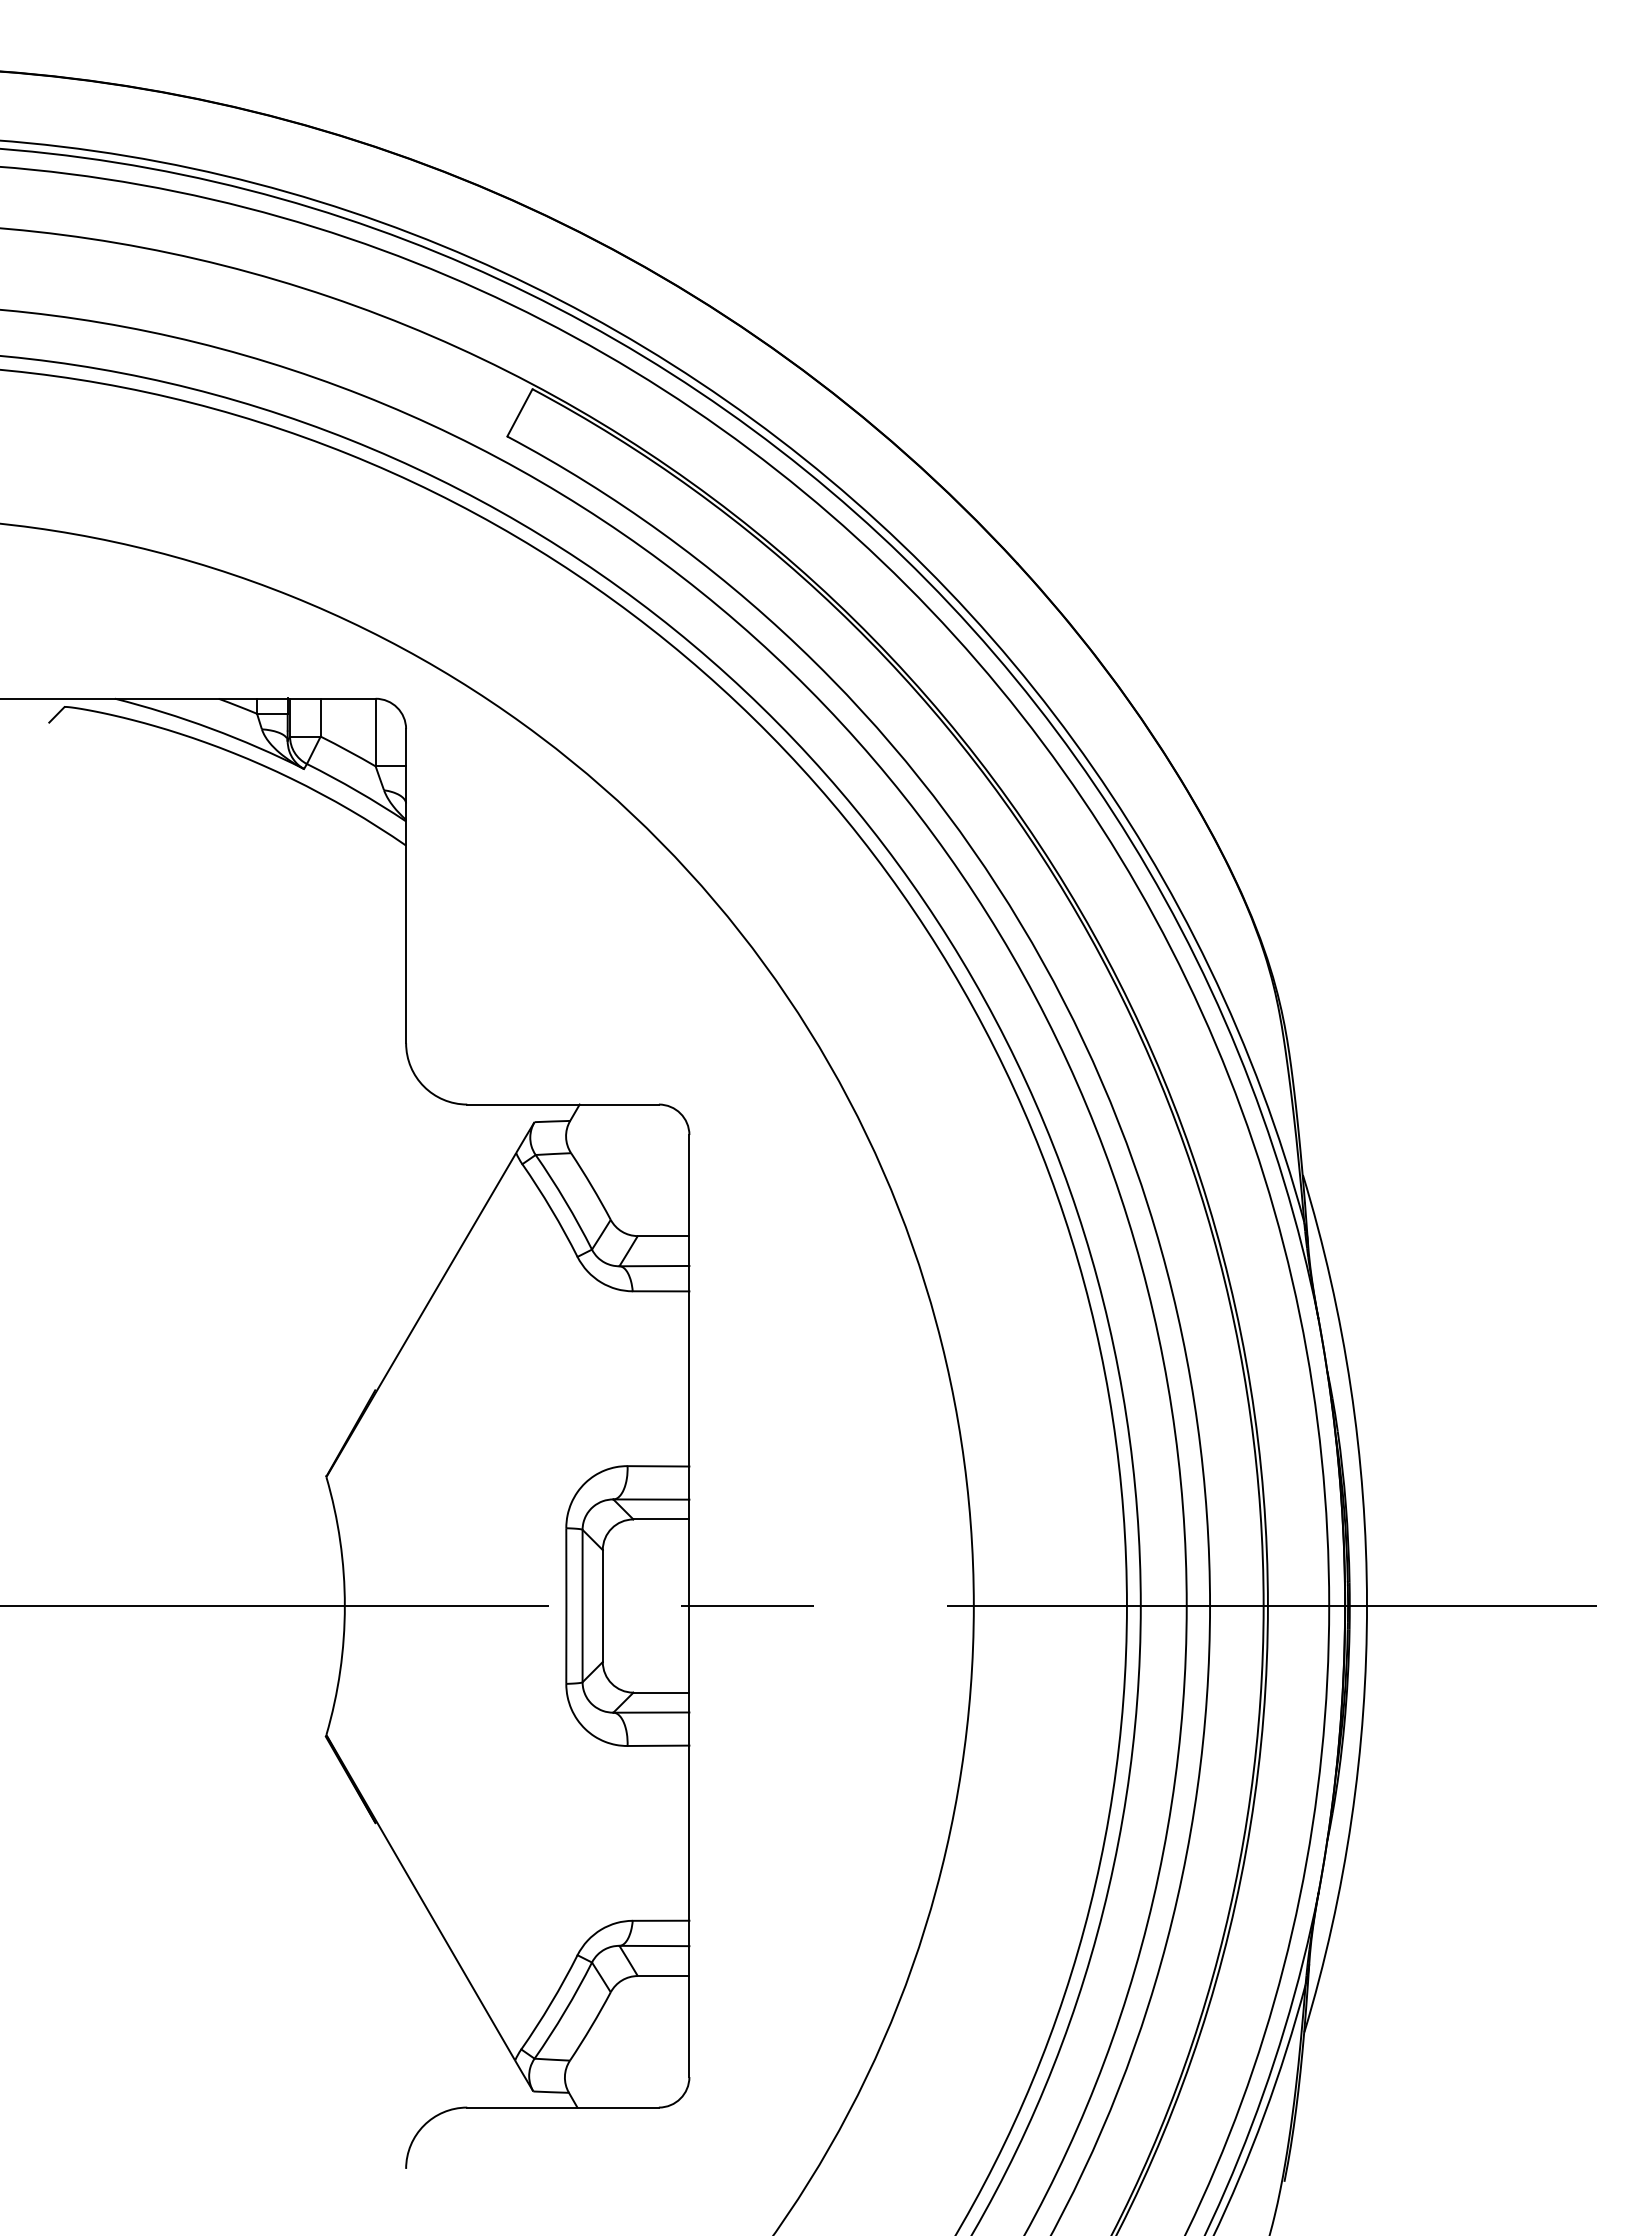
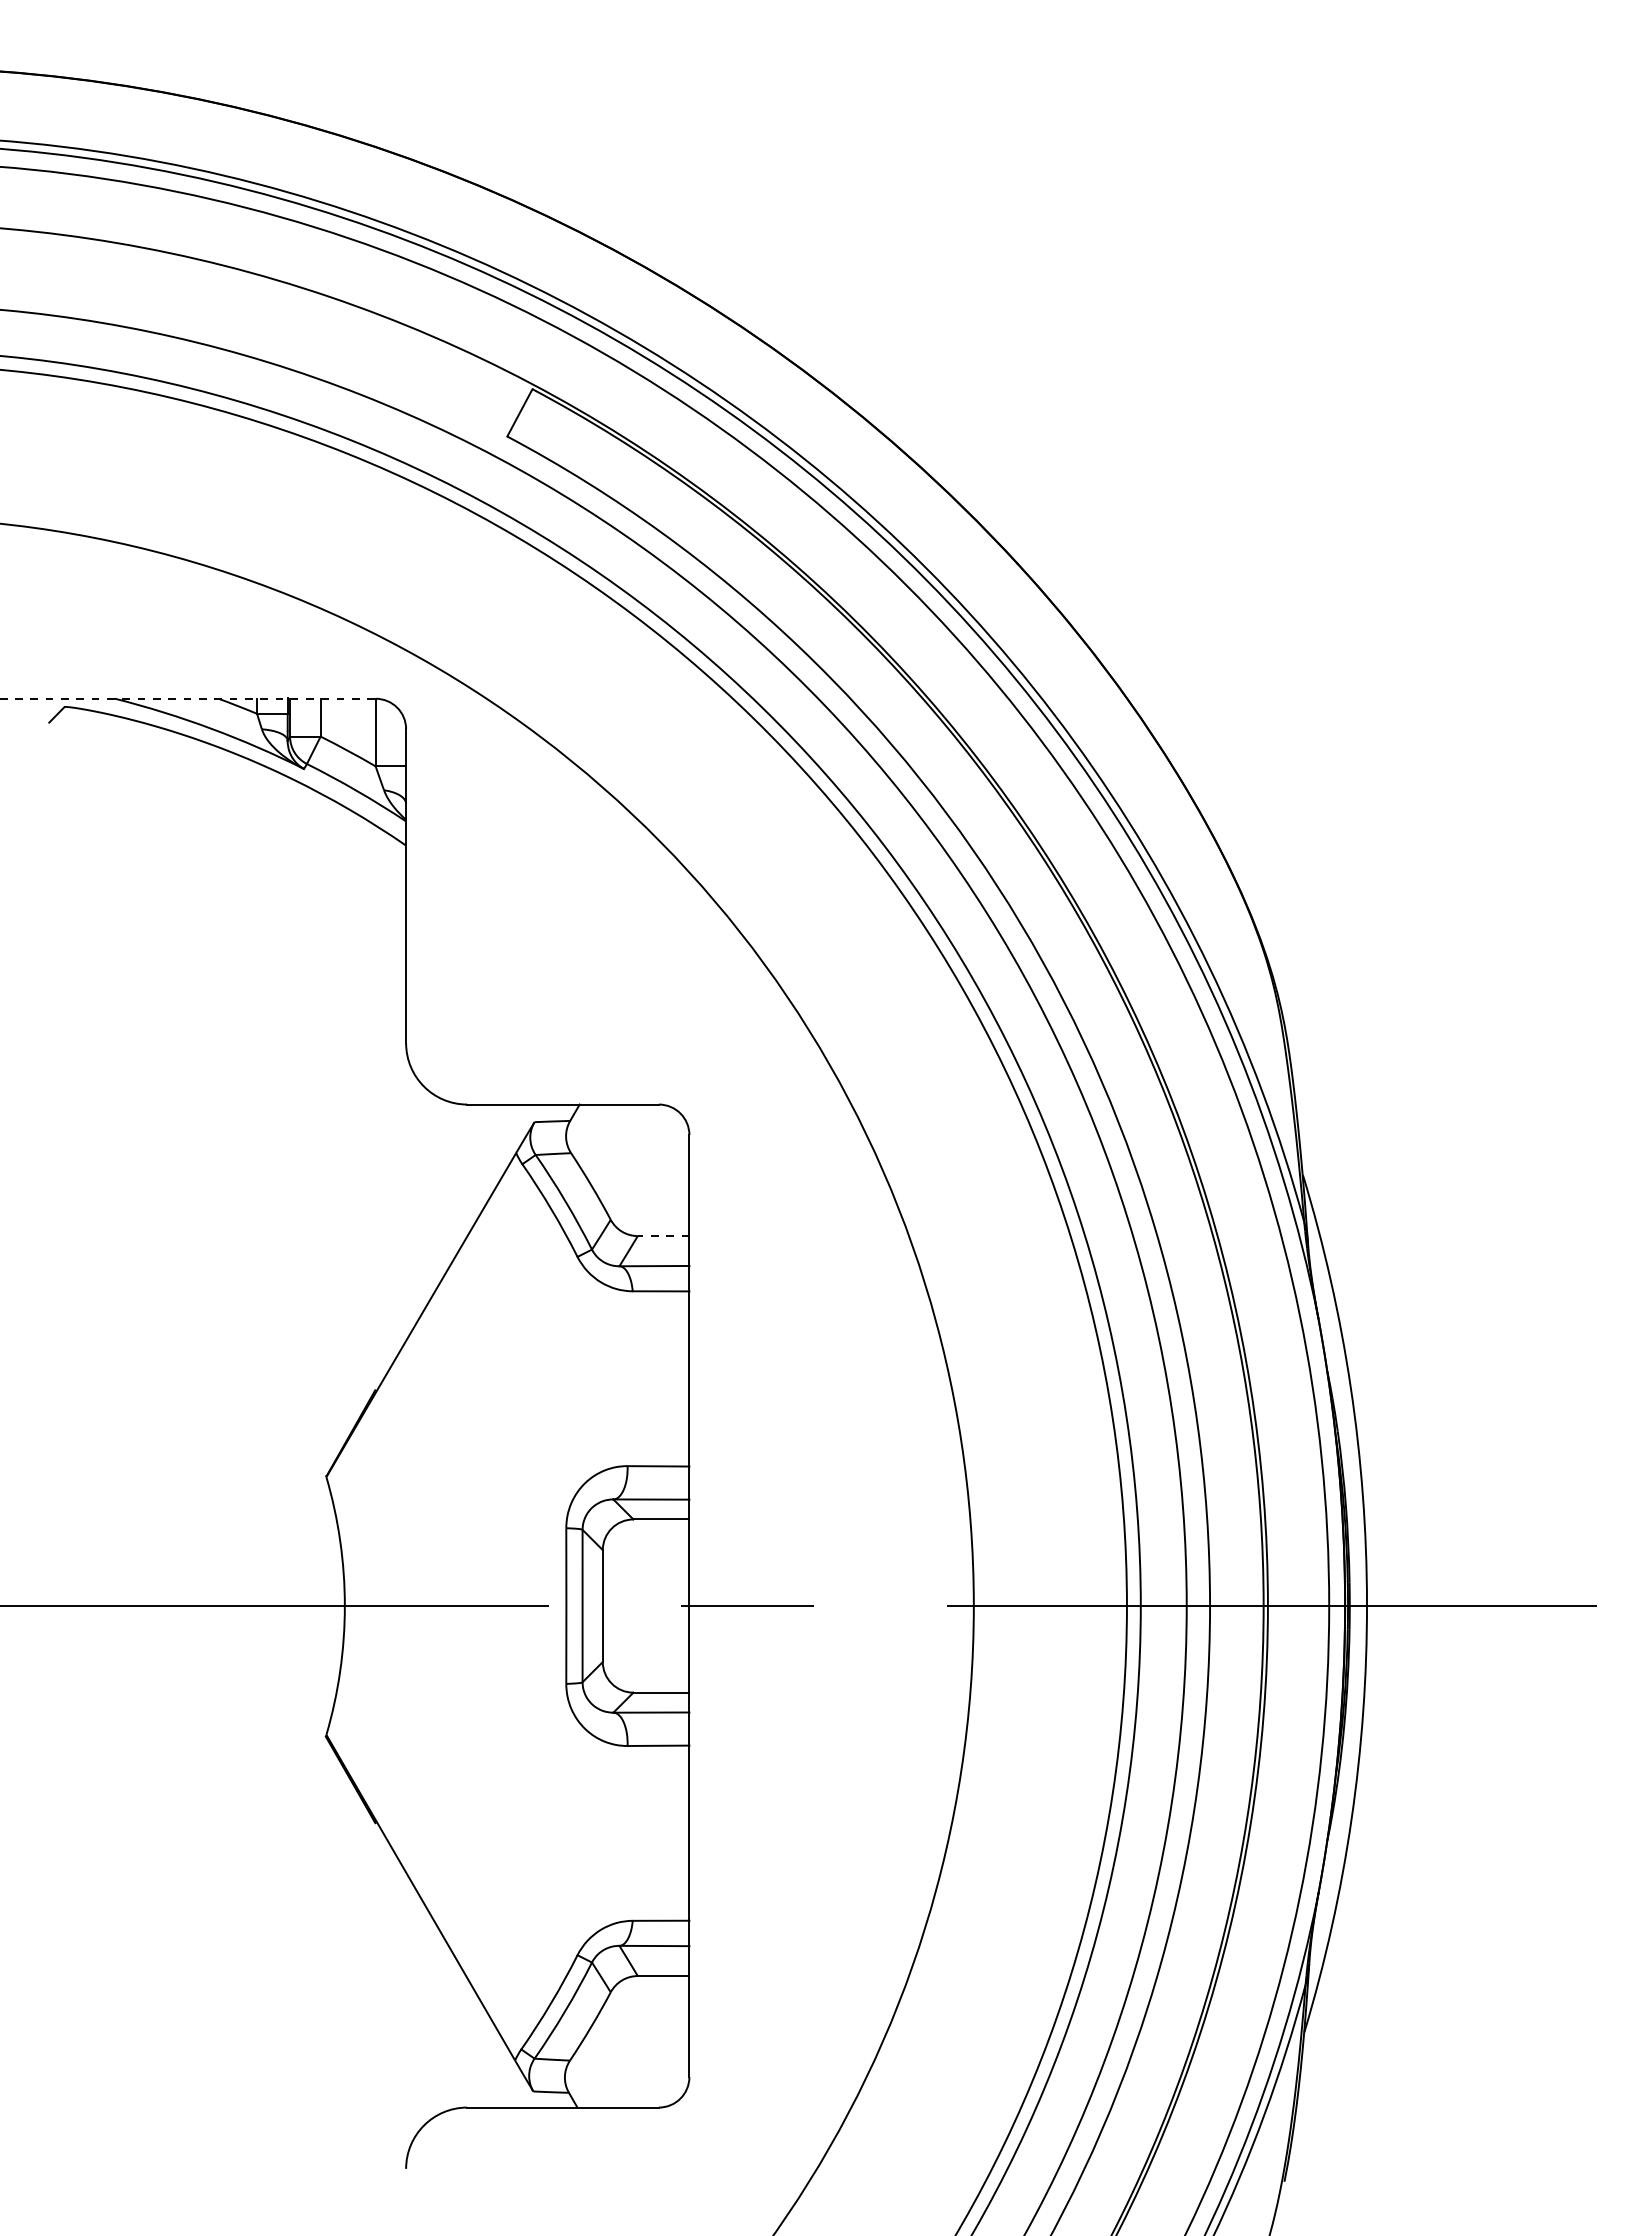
line at (188, 698): solid -> dashed
line at (663, 1236): solid -> dashed
